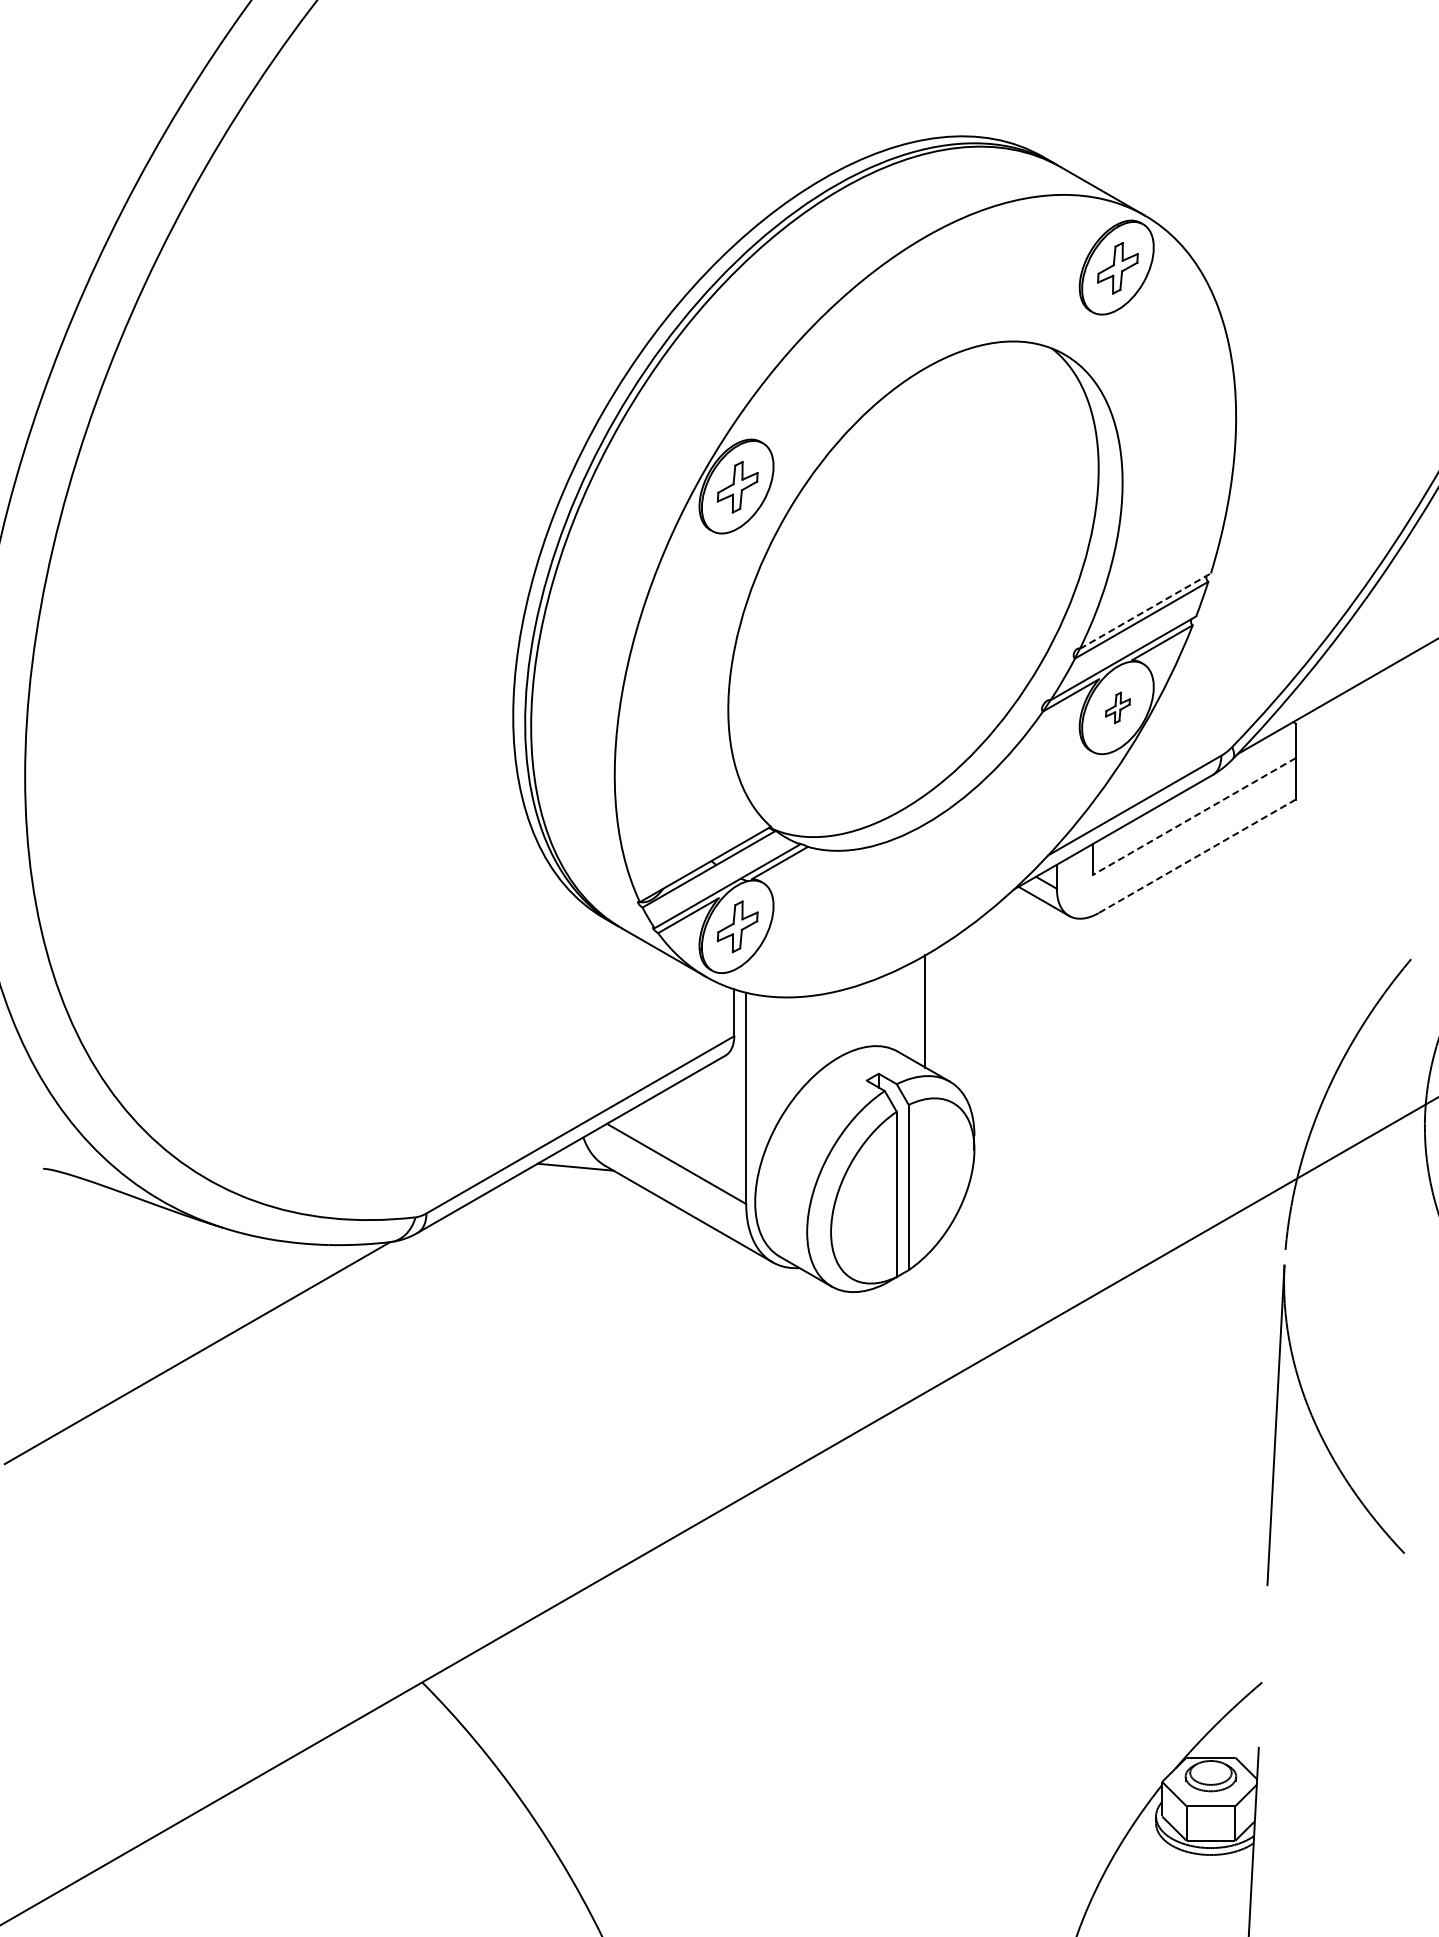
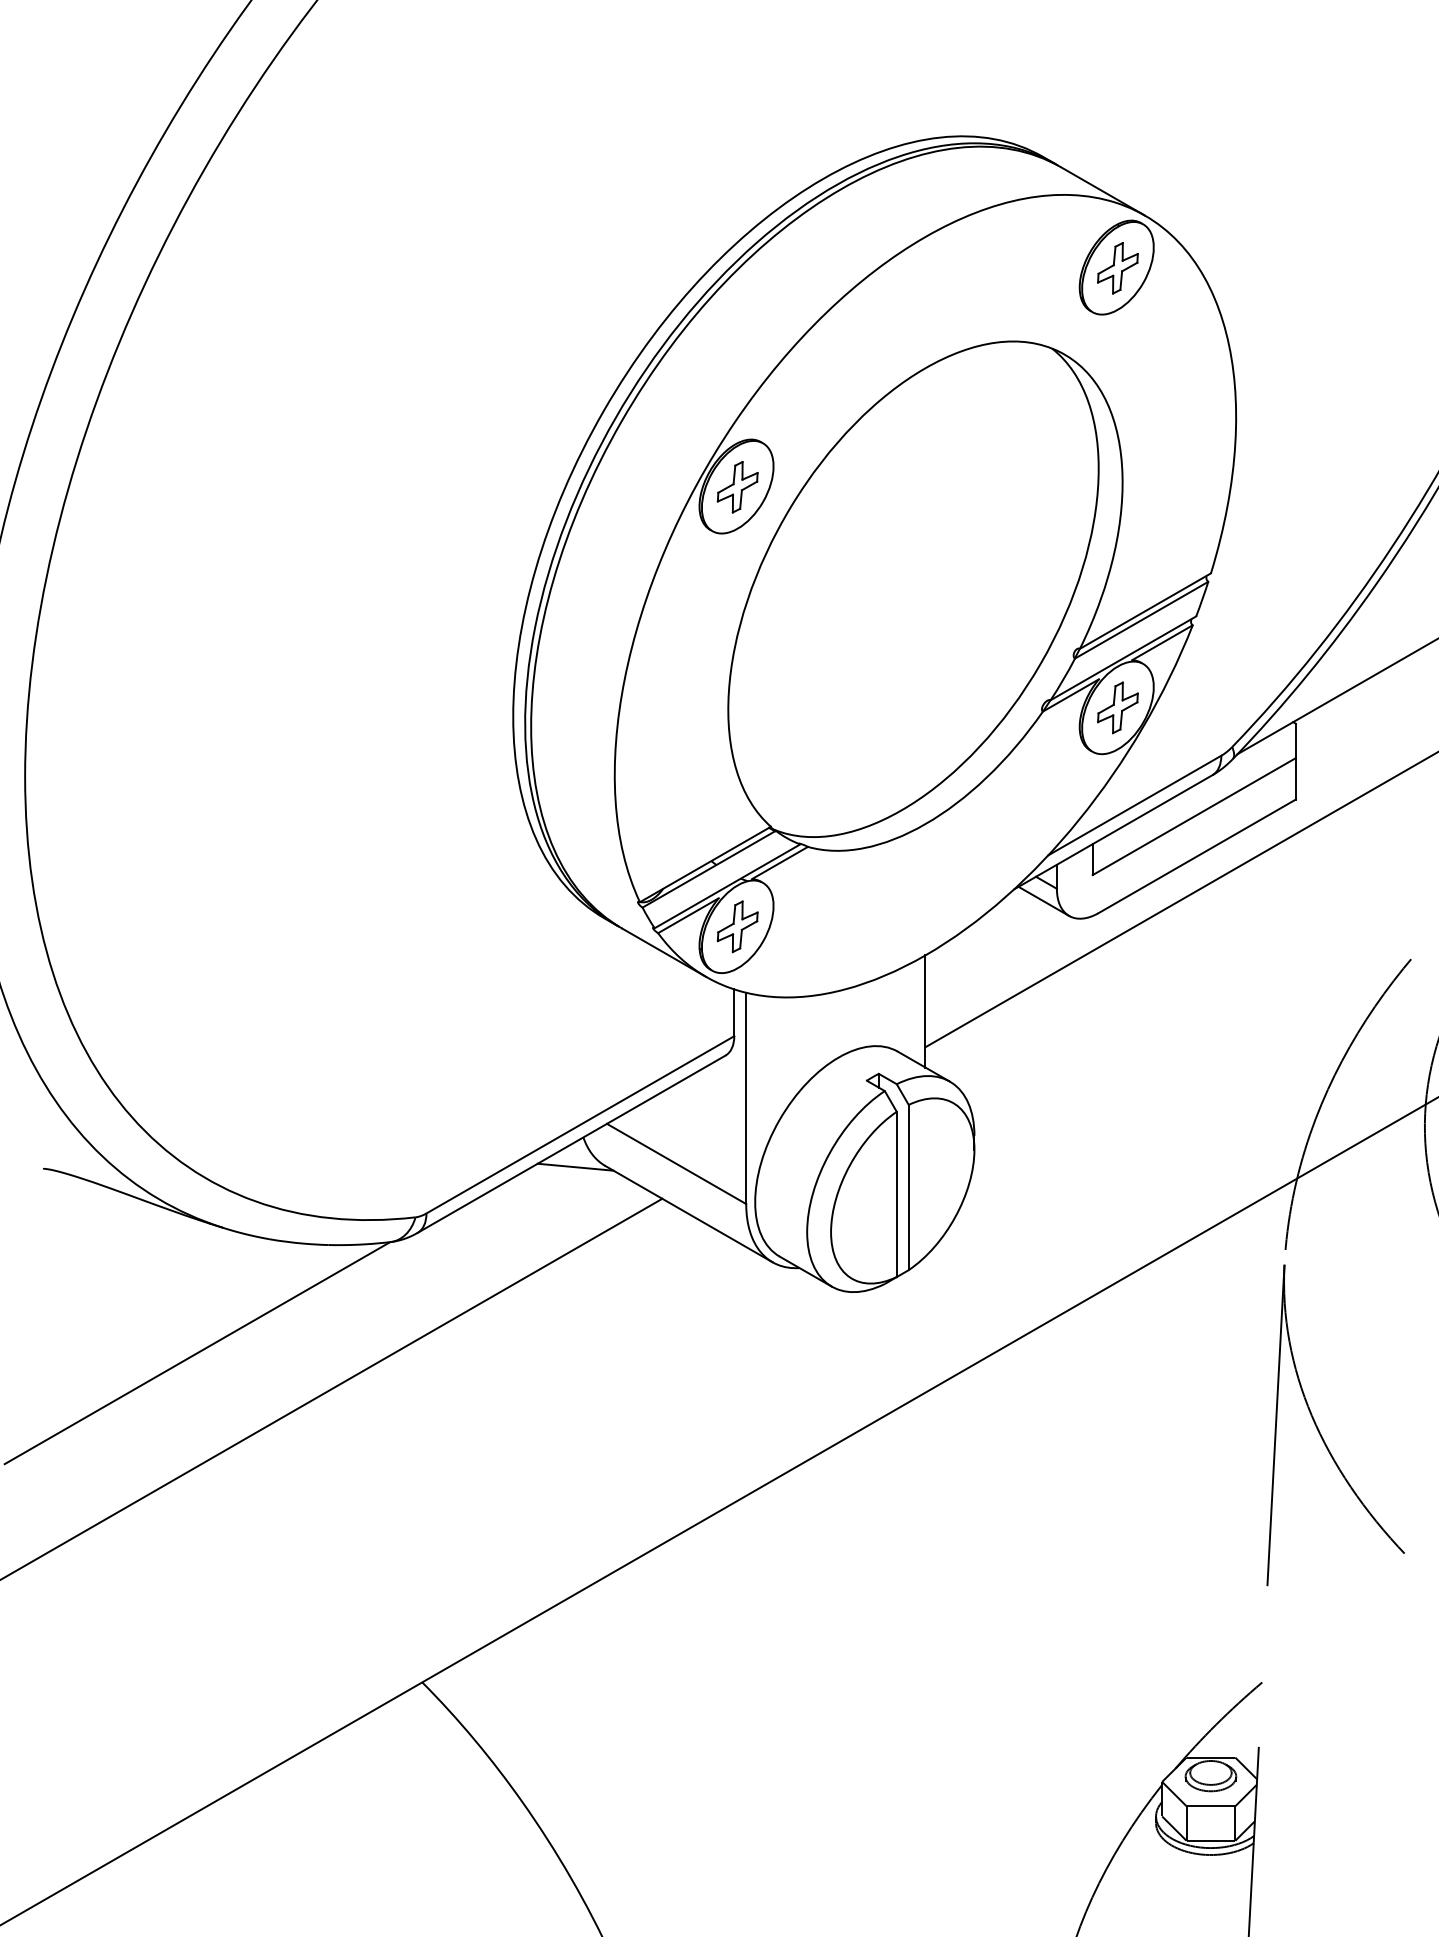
line at (1145, 611): dashed -> solid
part at (1117, 707) size: 26x34 px -> 42x54 px
line at (1193, 816): dashed -> solid
line at (1197, 856): dashed -> solid
line at (1180, 900): none -> present
line at (332, 1388): none -> present
